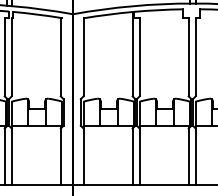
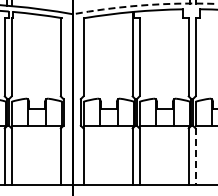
arc at (145, 5): solid -> dashed
line at (195, 156): solid -> dashed
